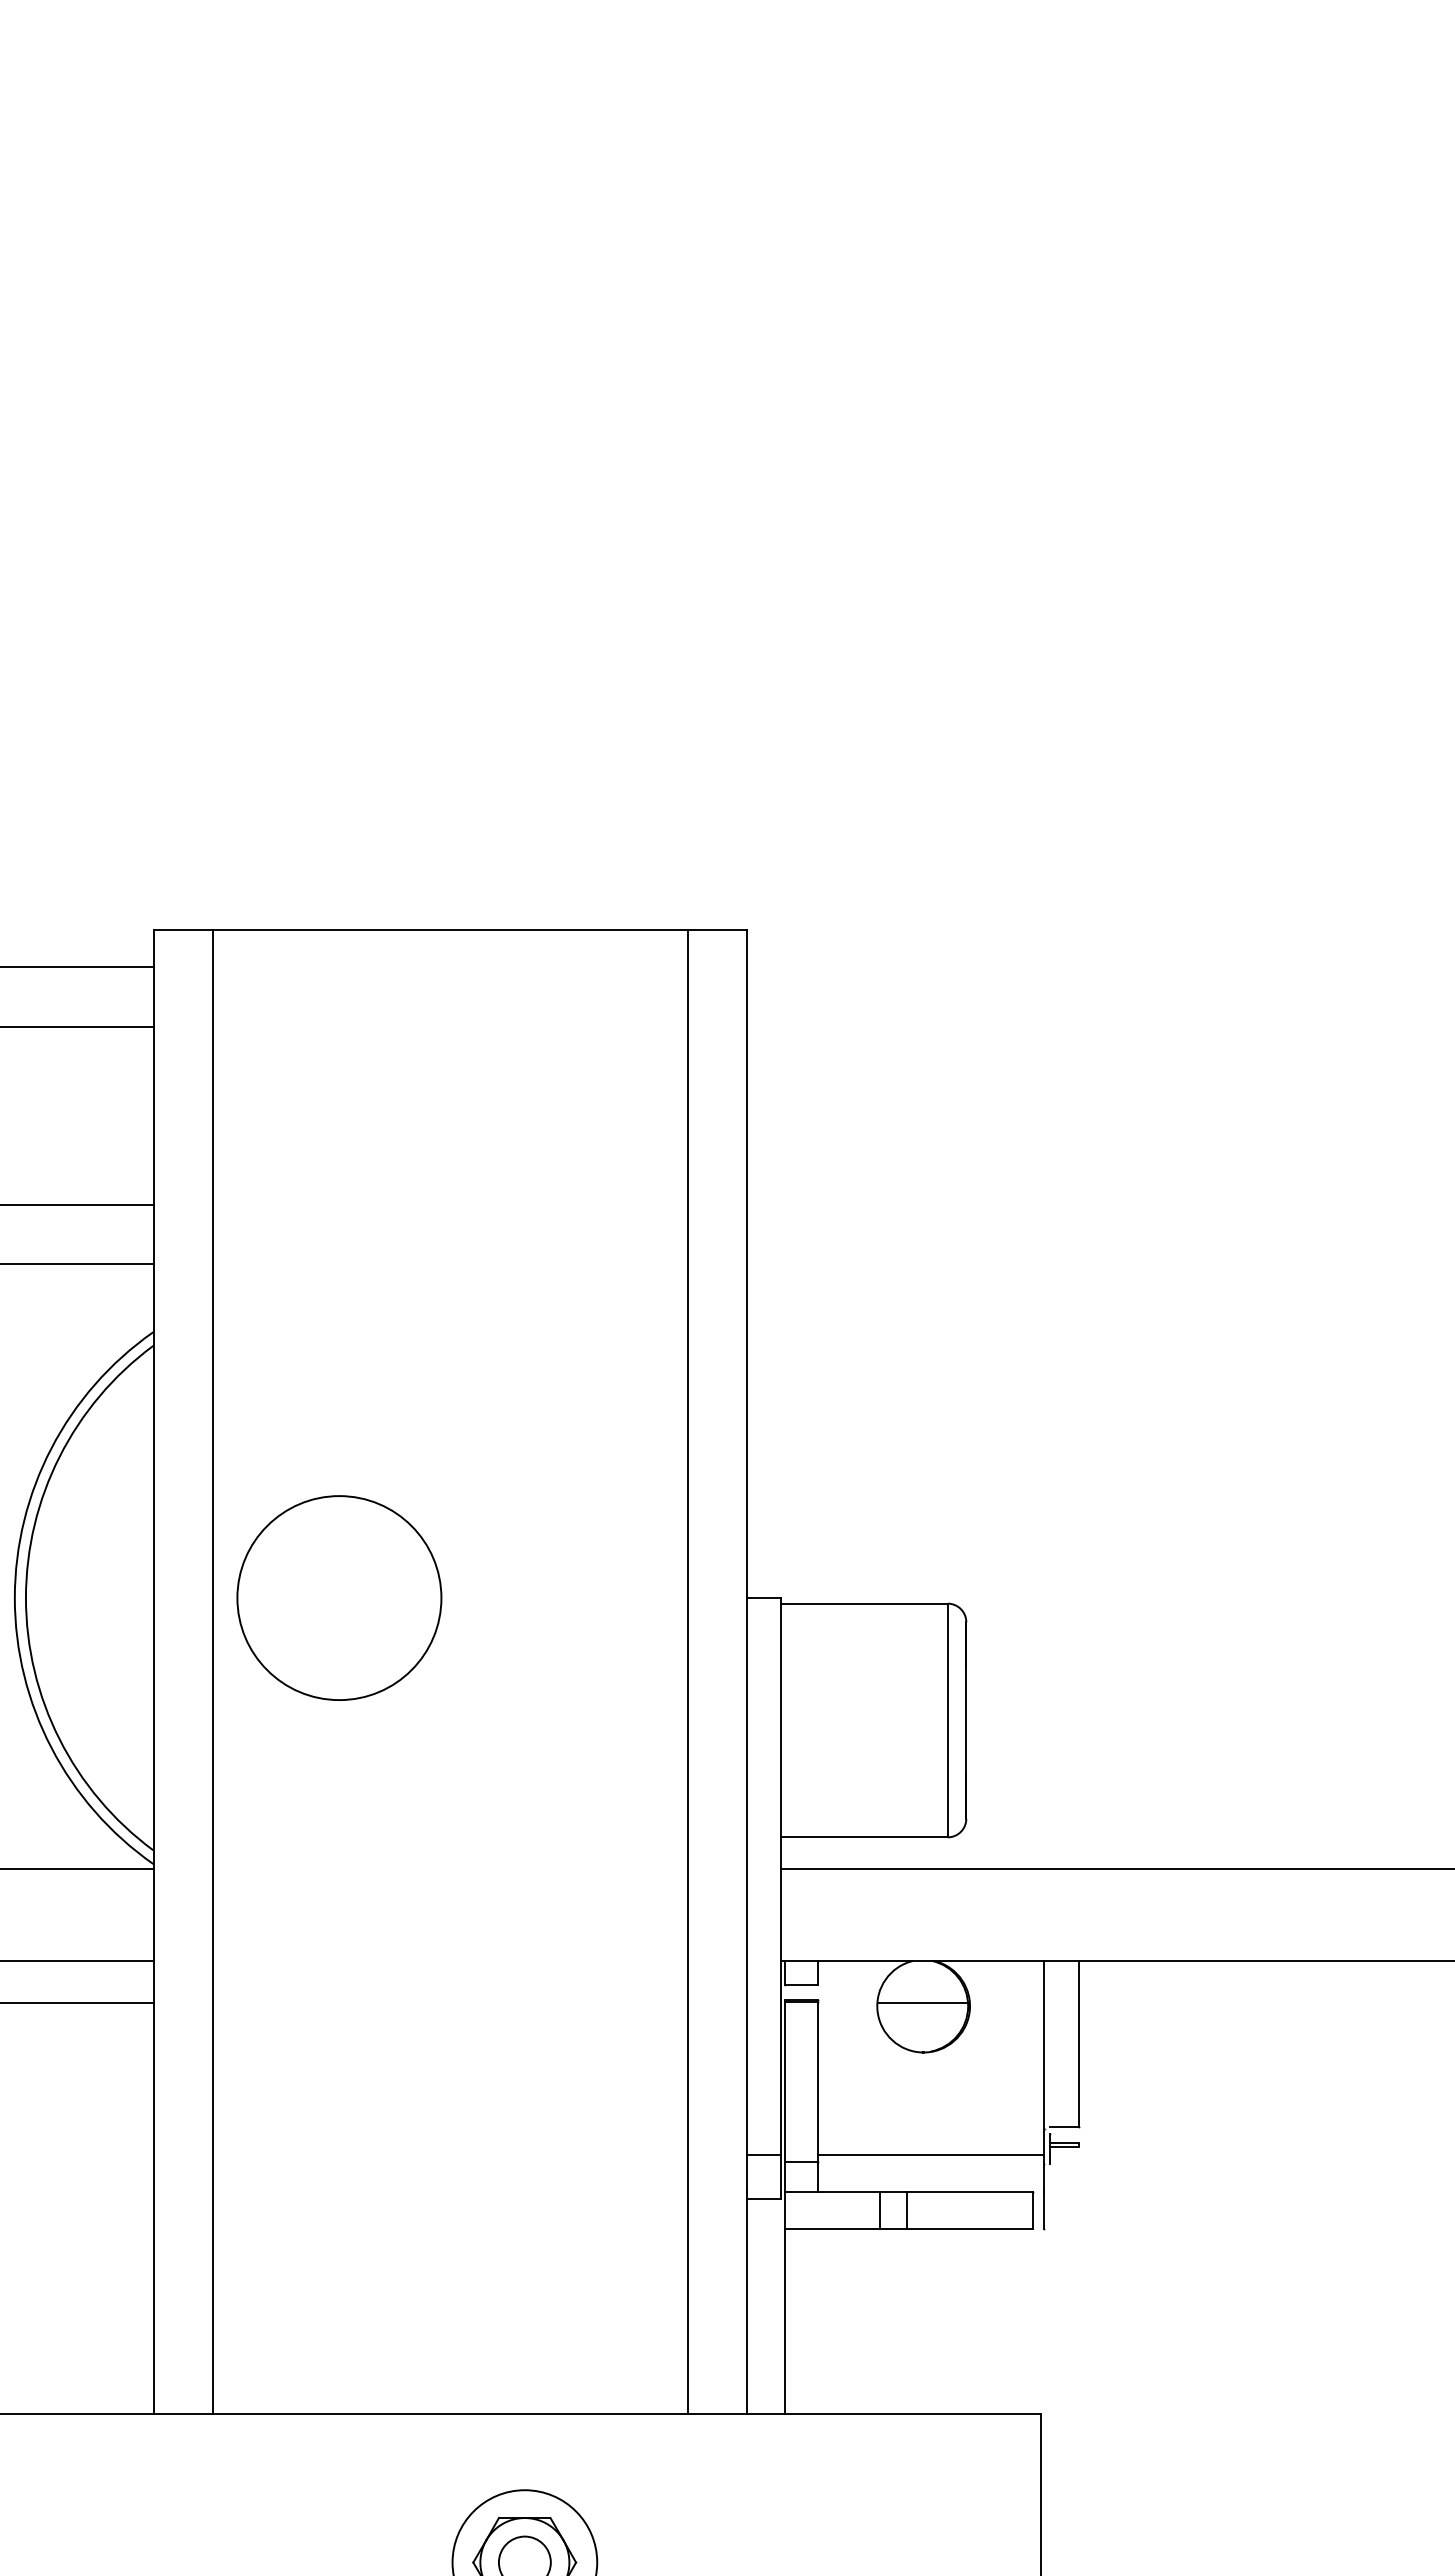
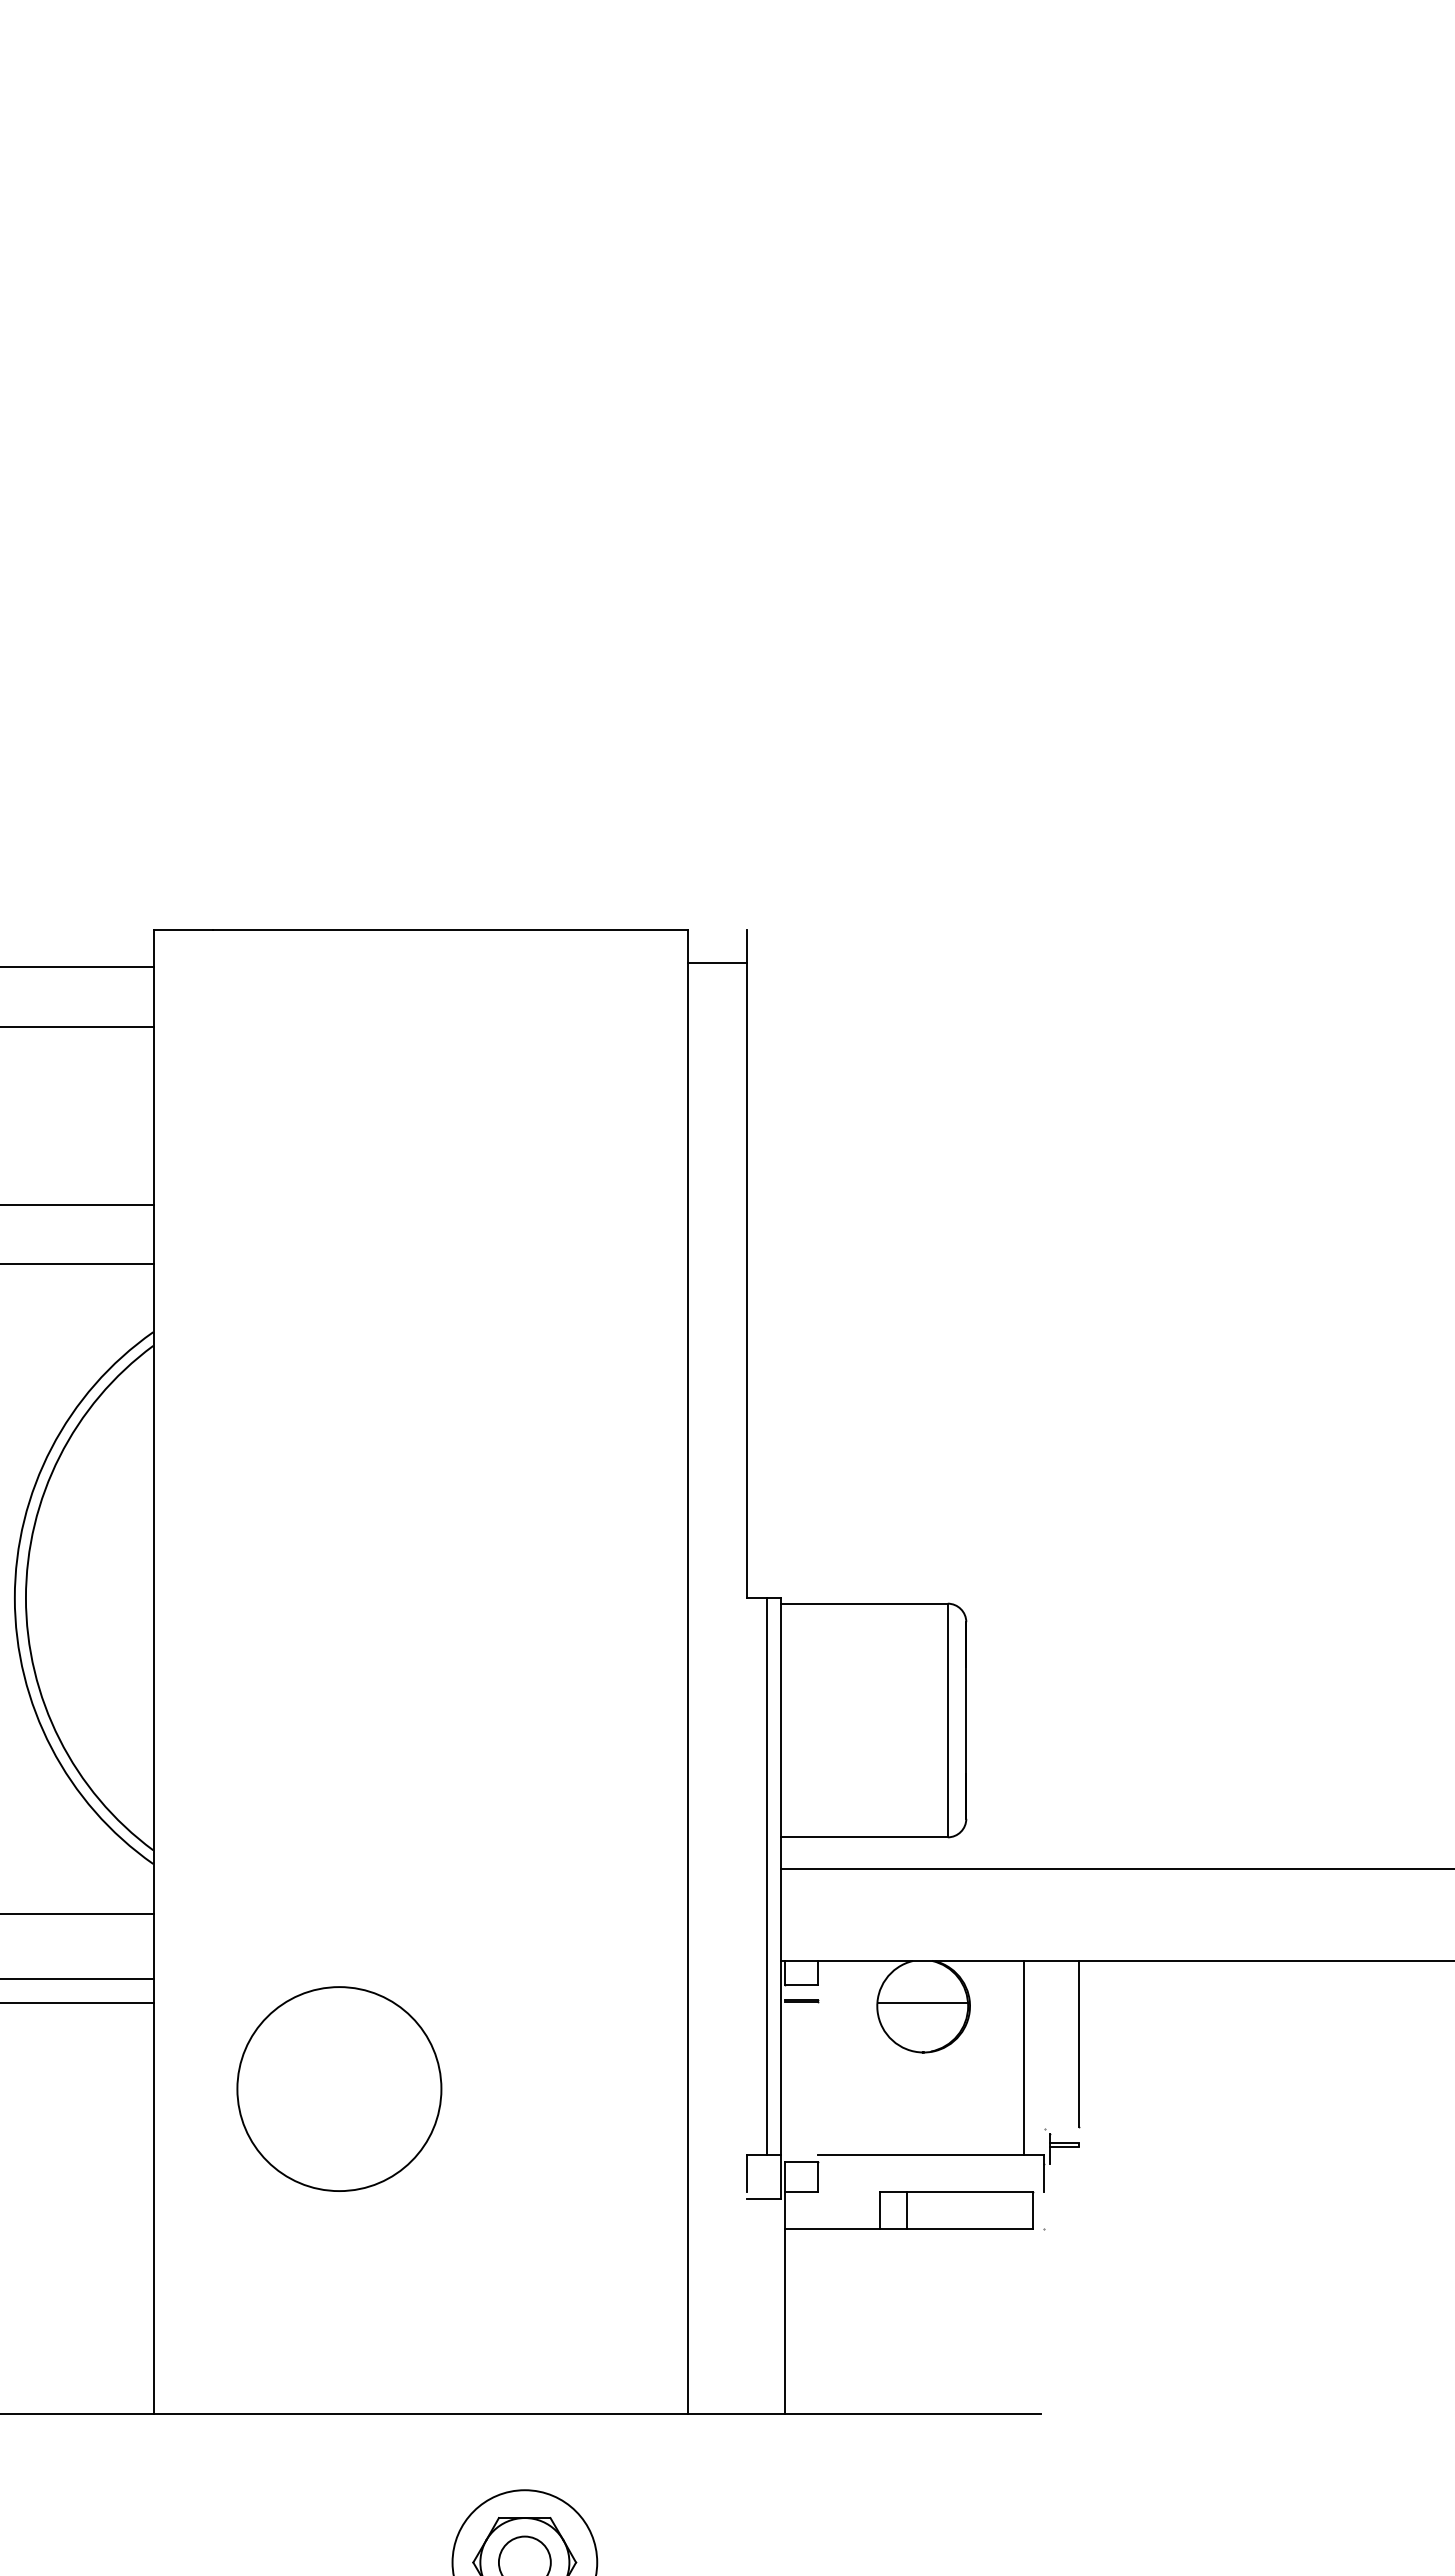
line at (717, 930) position: (717, 930) -> (717, 963)
circle at (339, 1597) position: (339, 1597) -> (339, 2088)
line at (213, 1672): present -> none
line at (77, 1868) position: (77, 1868) -> (77, 1913)
line at (747, 1876) position: (747, 1876) -> (767, 1876)
line at (77, 1961) position: (77, 1961) -> (77, 1979)
line at (1044, 2057) position: (1044, 2057) -> (1024, 2057)
line at (784, 2081): present -> none
line at (817, 2081): present -> none
line at (1064, 2126): present -> none
line at (848, 2191): present -> none
line at (1044, 2209): present -> none
line at (747, 2302): present -> none
line at (1040, 2493): present -> none
